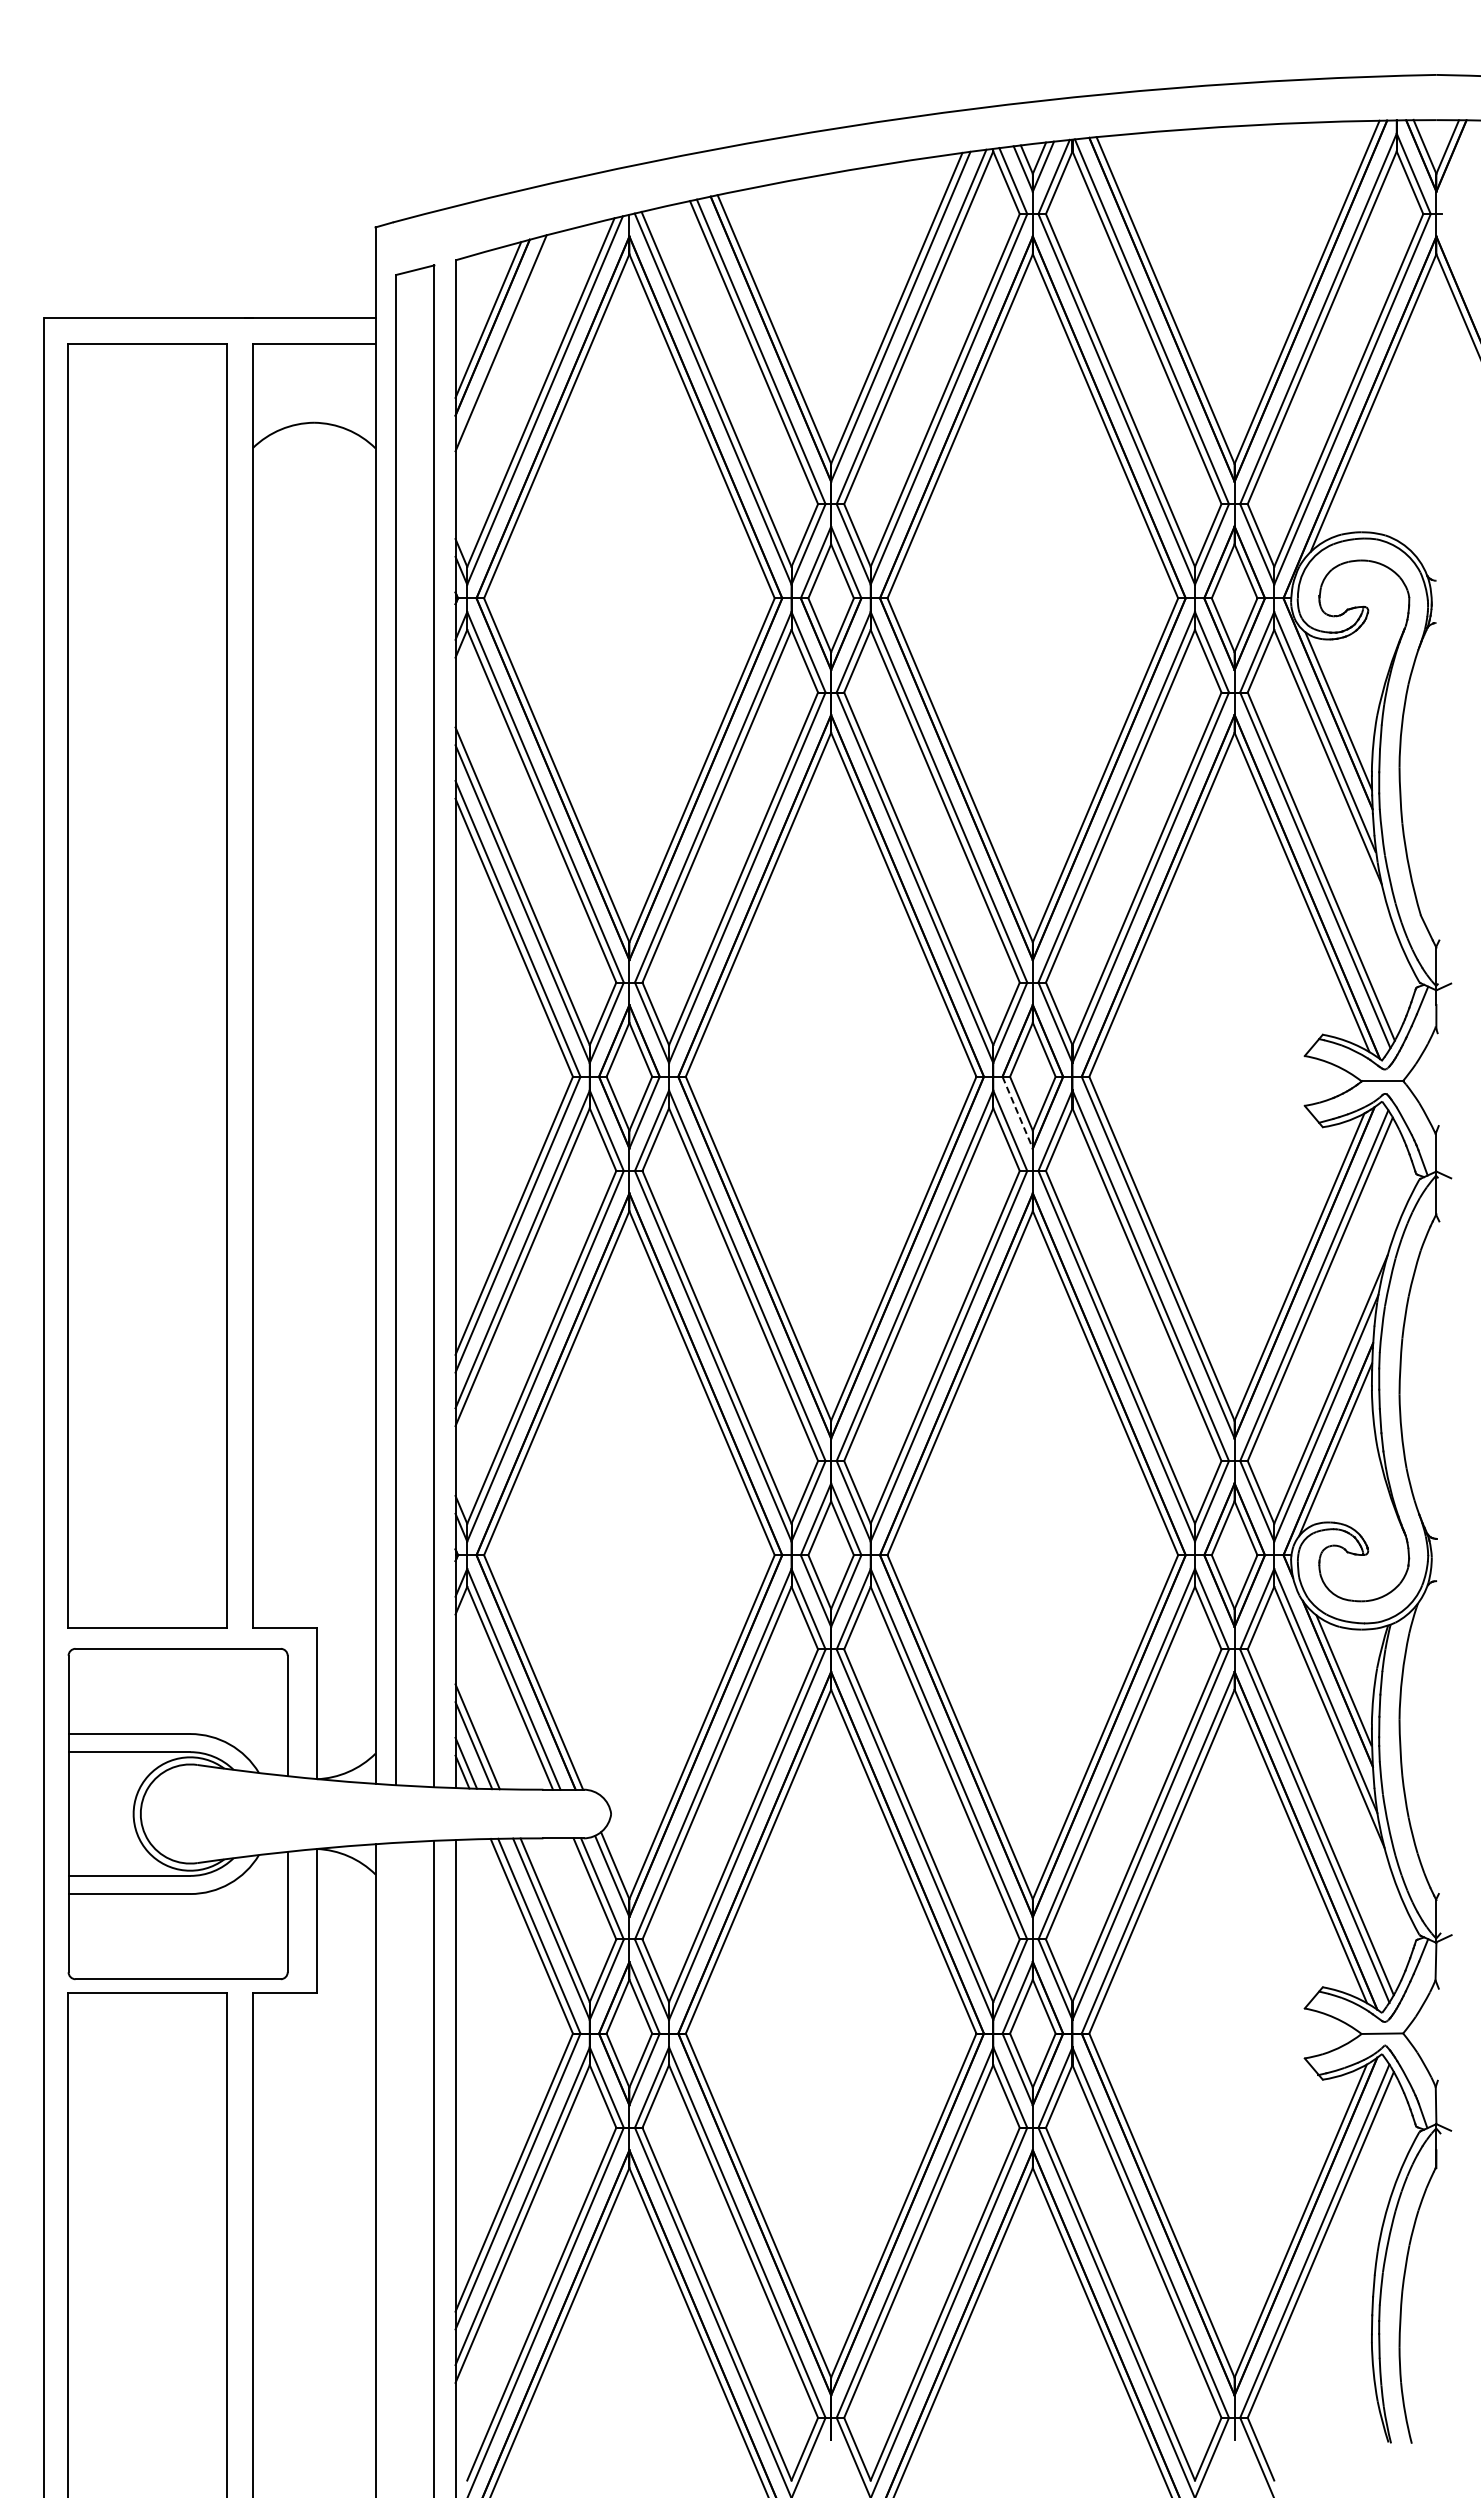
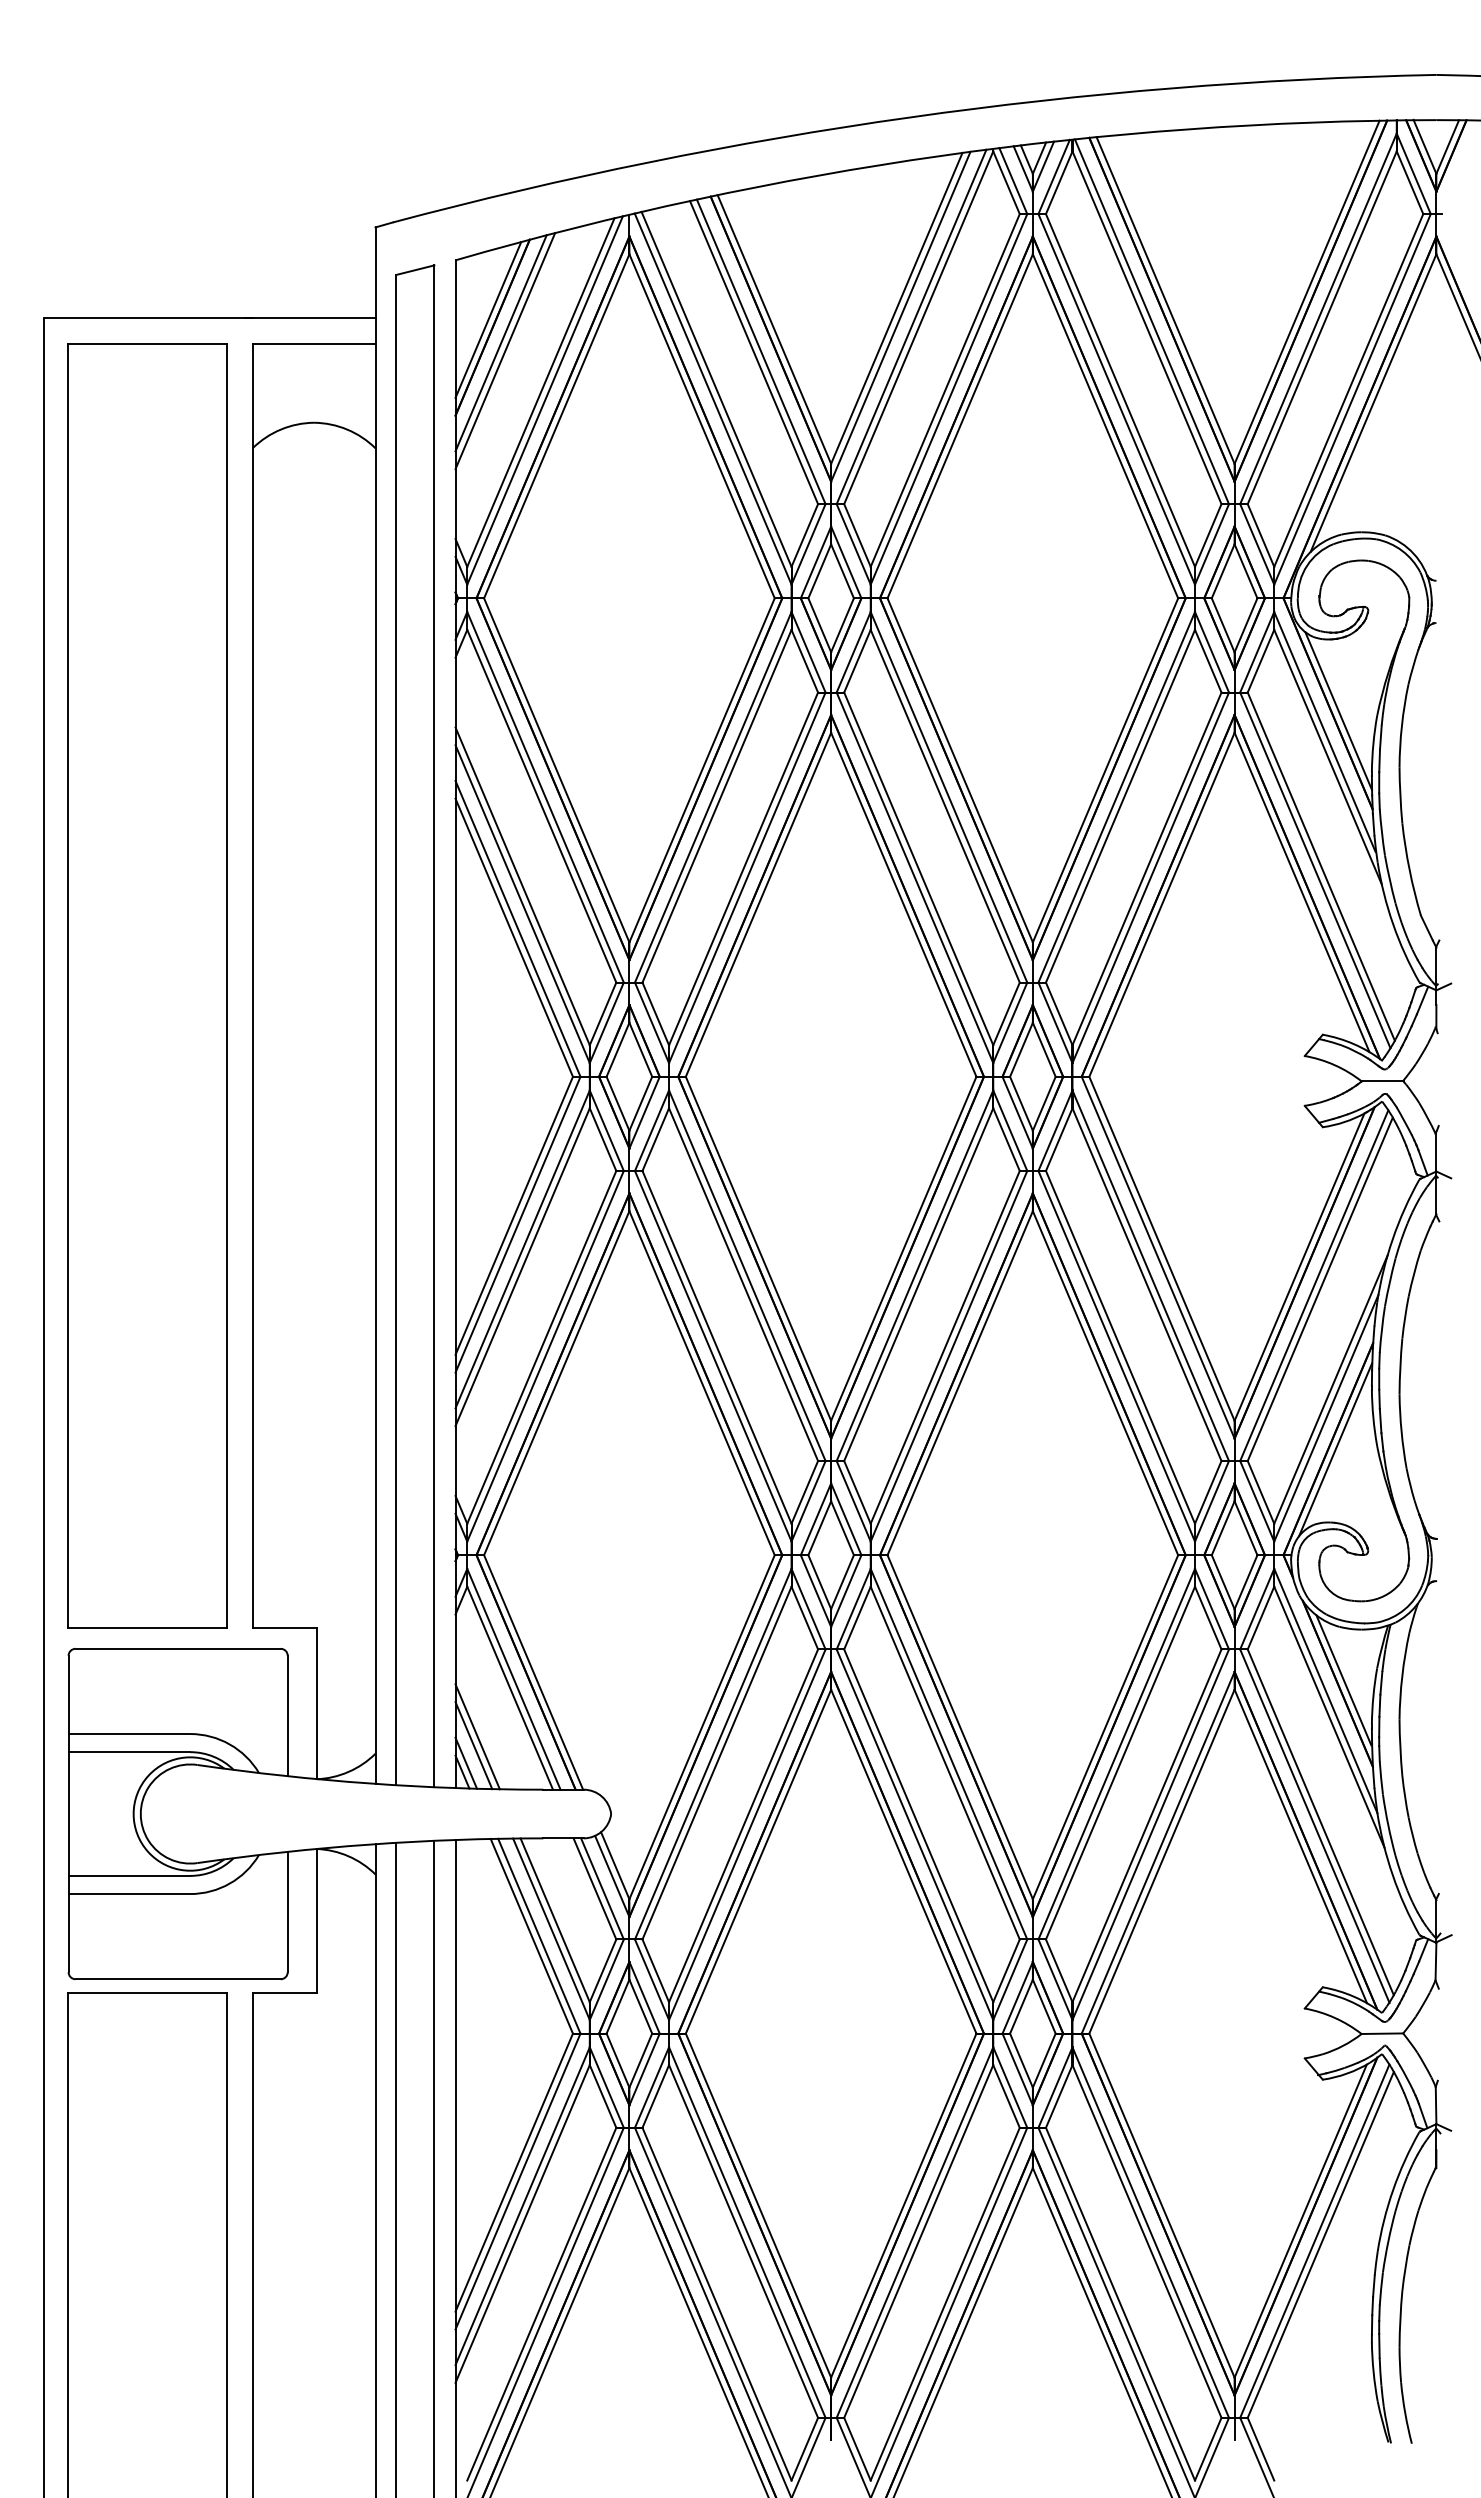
line at (505, 351): none -> present
line at (1017, 1112): dashed -> solid
line at (396, 2168): none -> present
